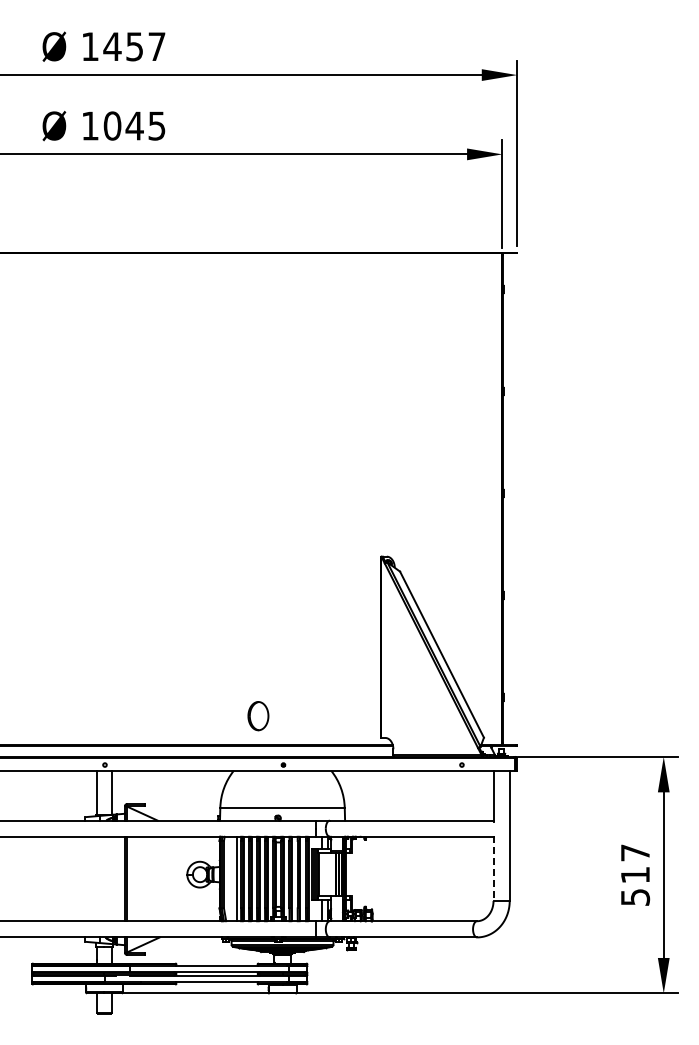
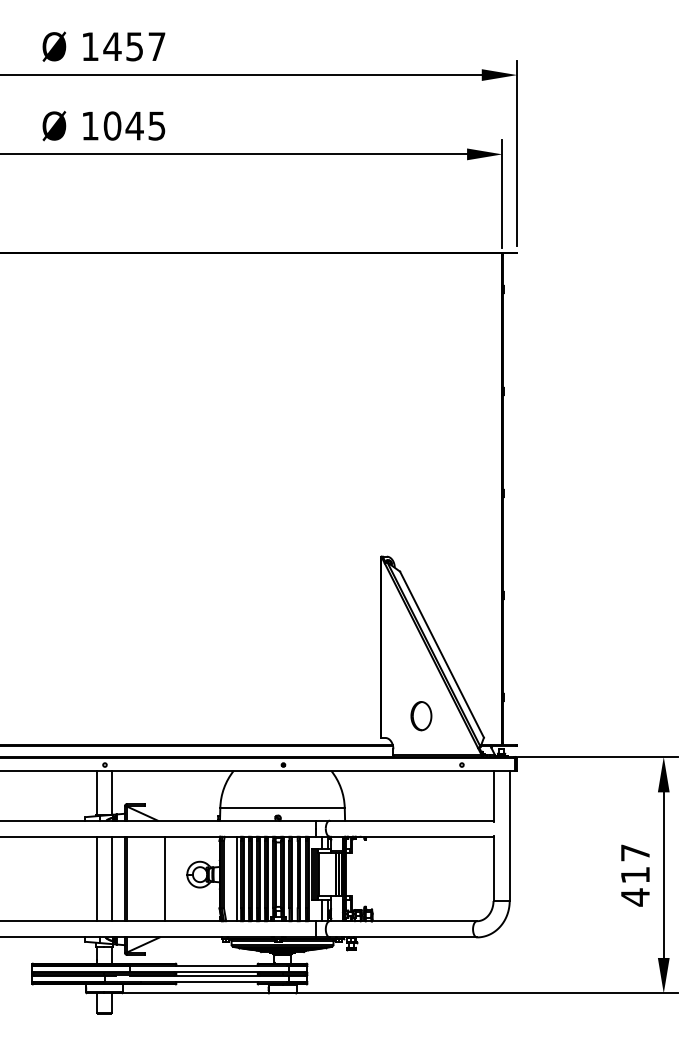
part at (258, 716) position: (258, 716) -> (421, 716)
line at (493, 868): dashed -> solid
line at (97, 878): none -> present
line at (111, 878): none -> present
line at (165, 878): none -> present
text at (635, 897): 517 -> 417
